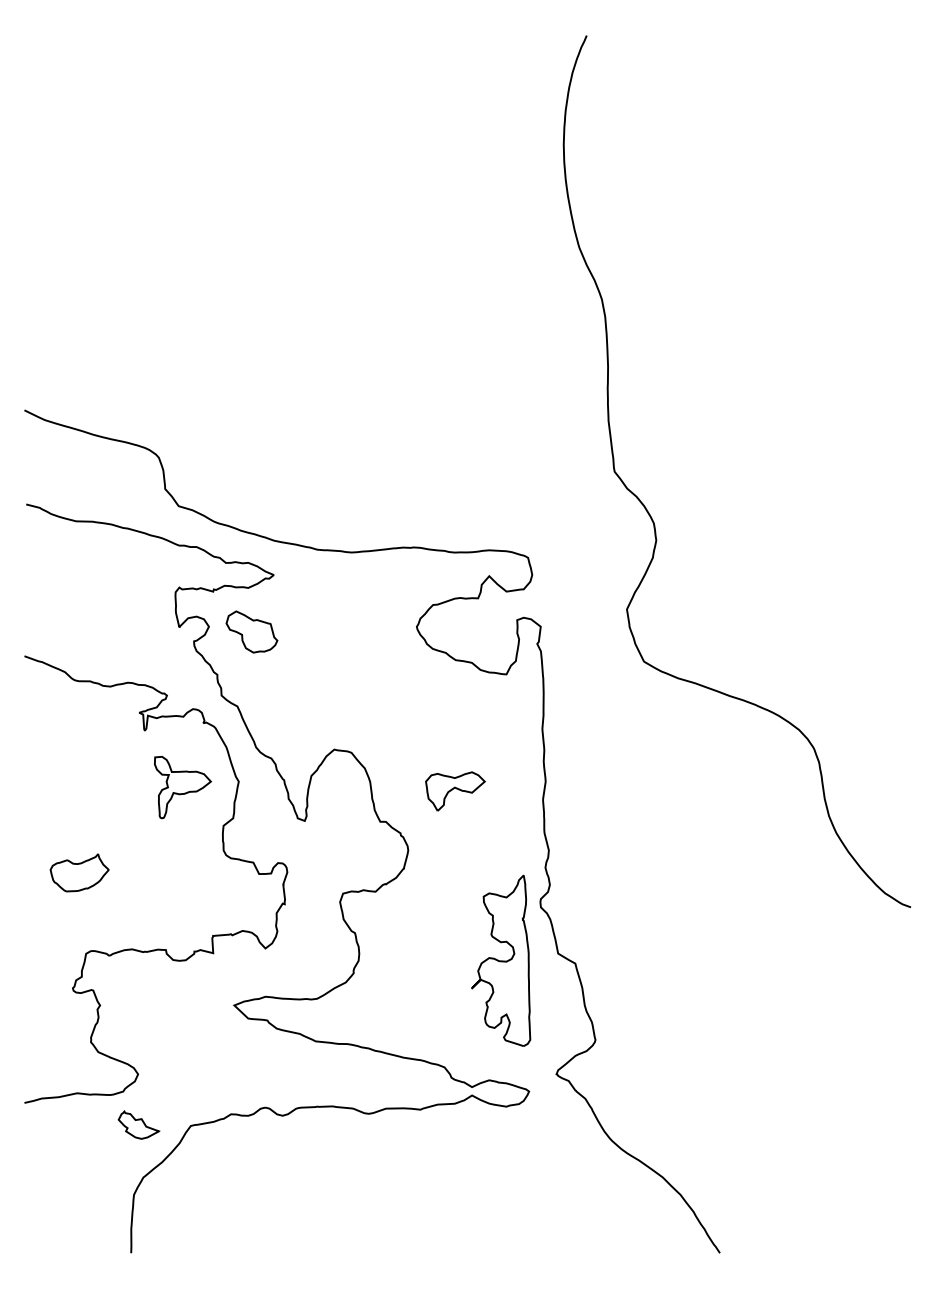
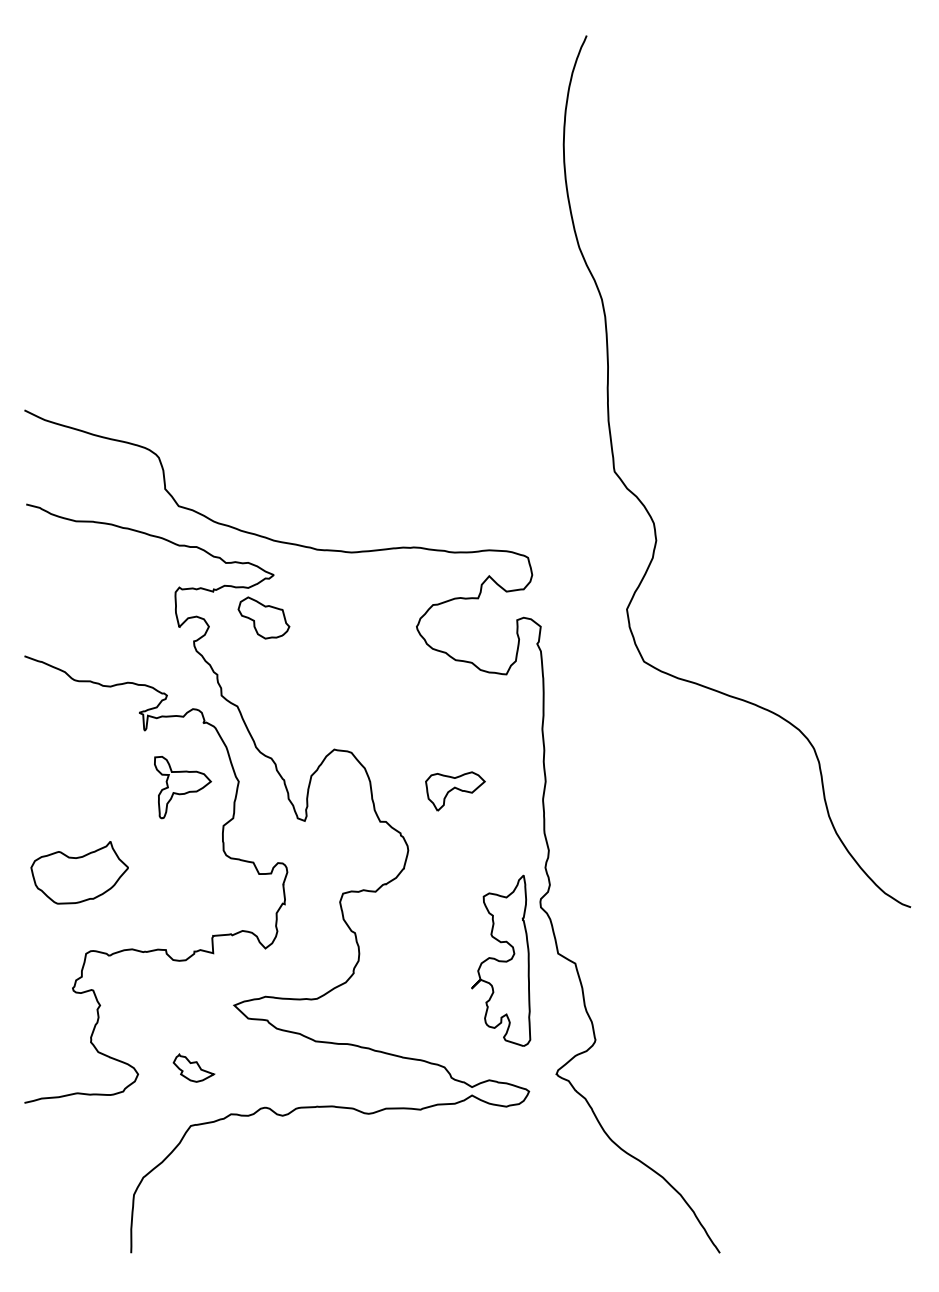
part at (251, 631) position: (251, 631) -> (263, 617)
part at (79, 872) size: 61x40 px -> 99x64 px
part at (138, 1124) position: (138, 1124) -> (193, 1067)
